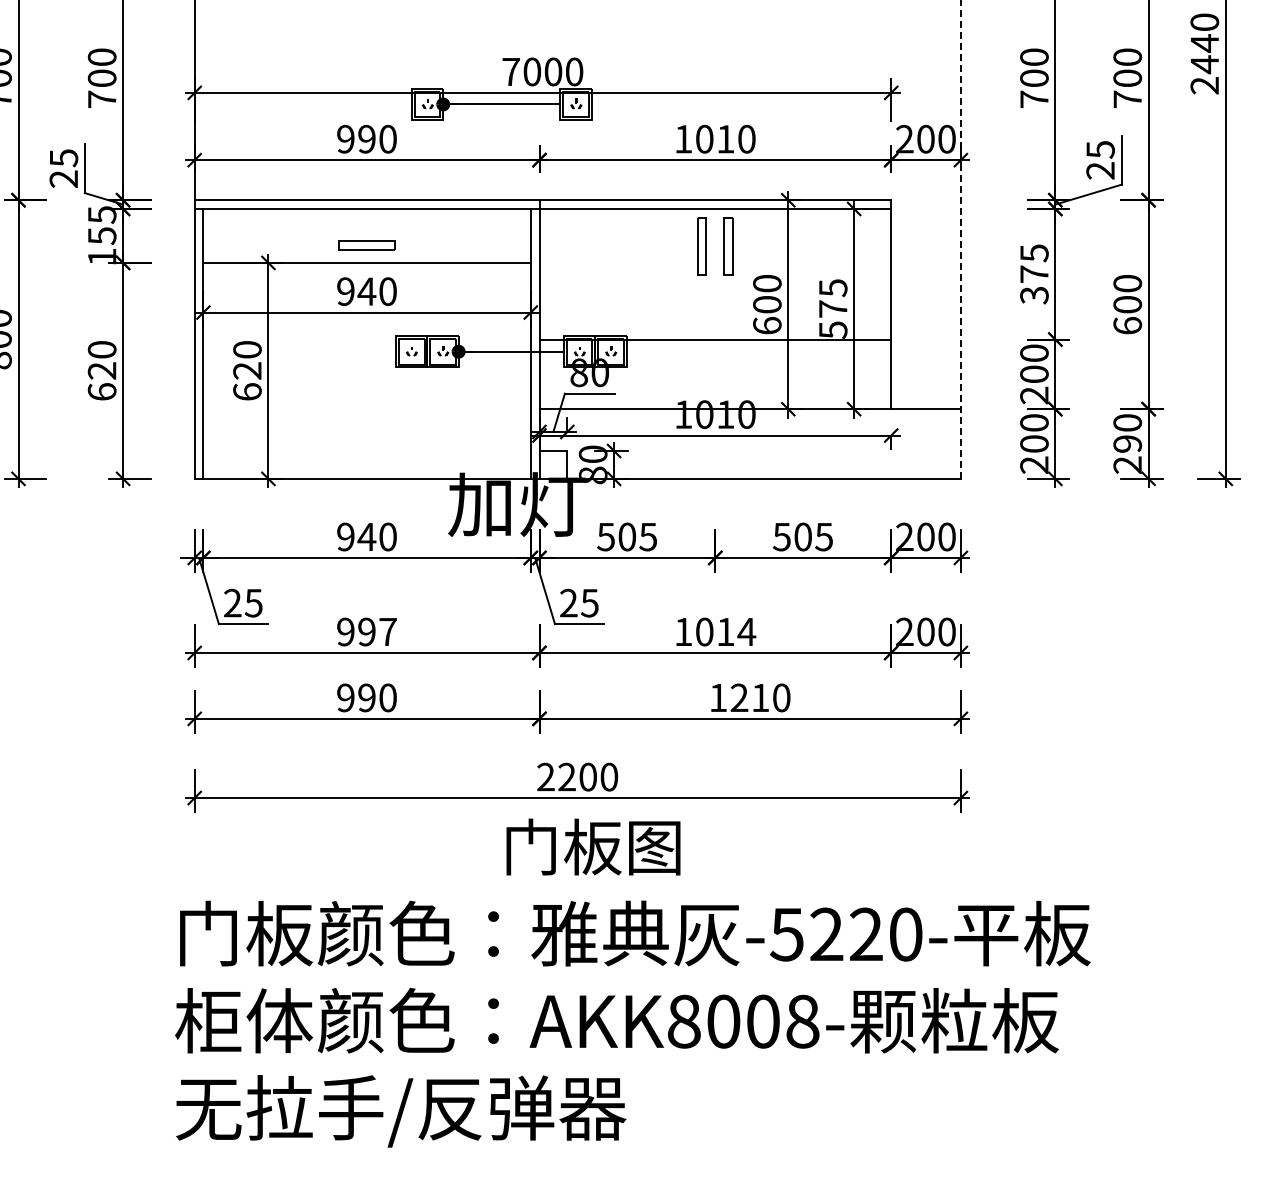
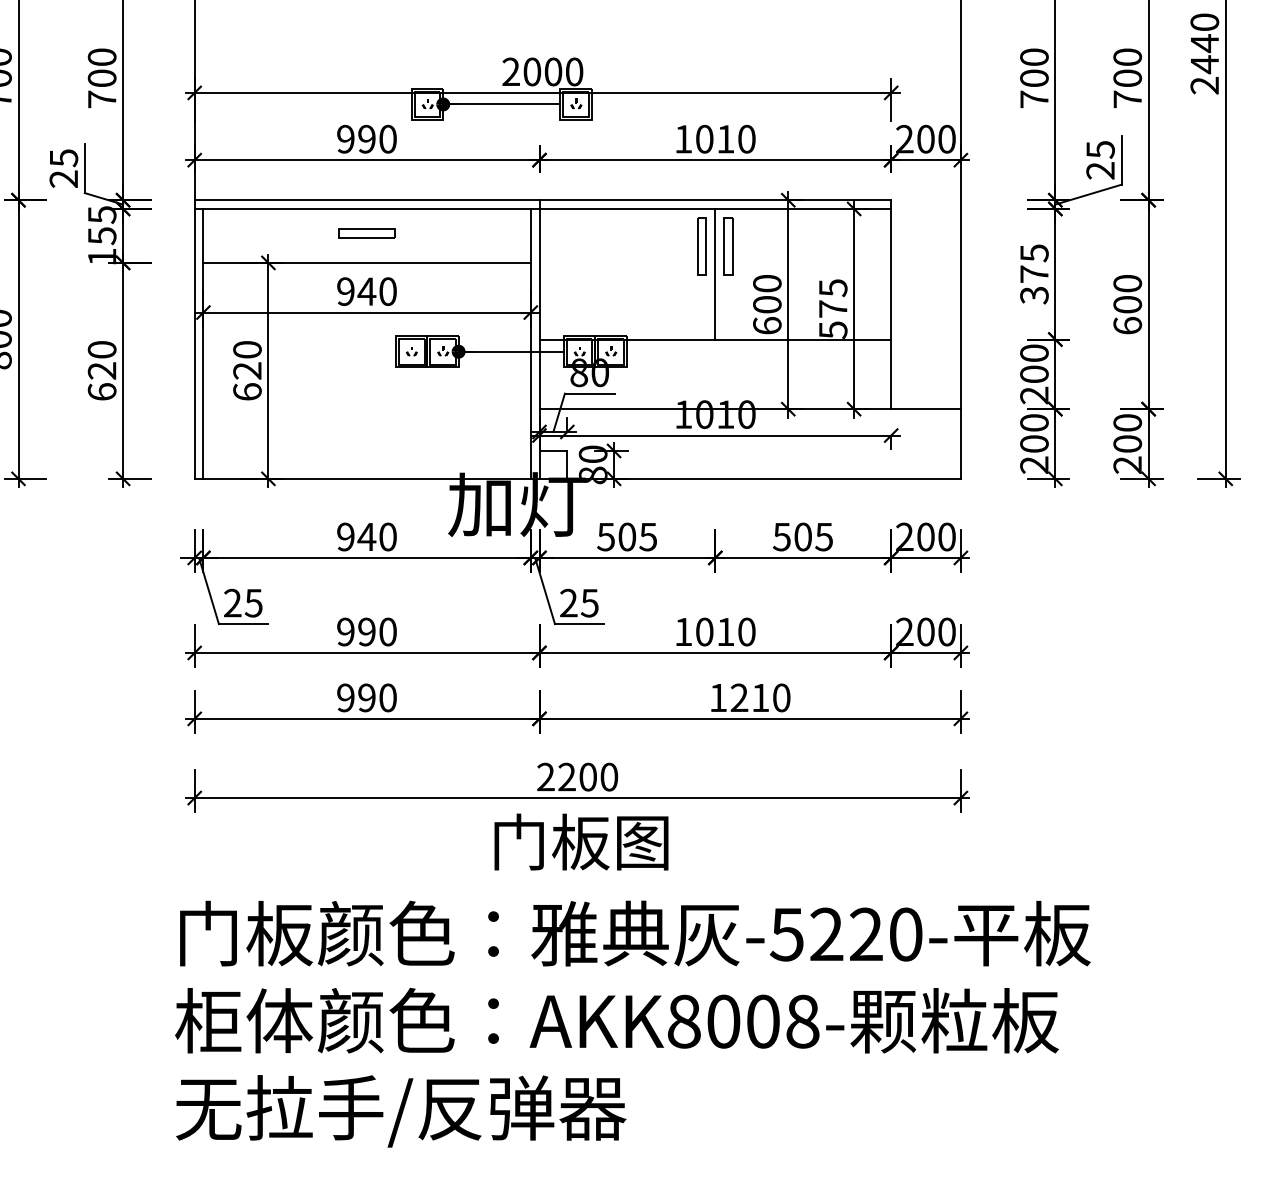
text at (511, 71): 7000 -> 2000
line at (960, 239): dashed -> solid
part at (366, 245) position: (366, 245) -> (366, 233)
line at (715, 273): none -> present
text at (1127, 443): 290 -> 200
text at (387, 631): 997 -> 990
text at (746, 631): 1014 -> 1010
text at (593, 846) position: (593, 846) -> (581, 841)
